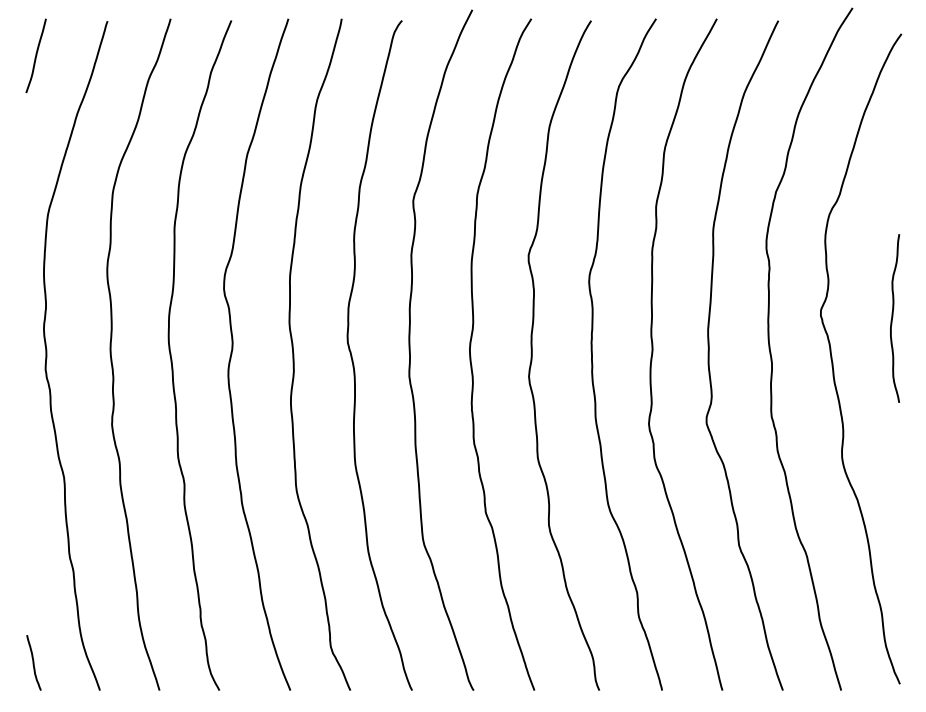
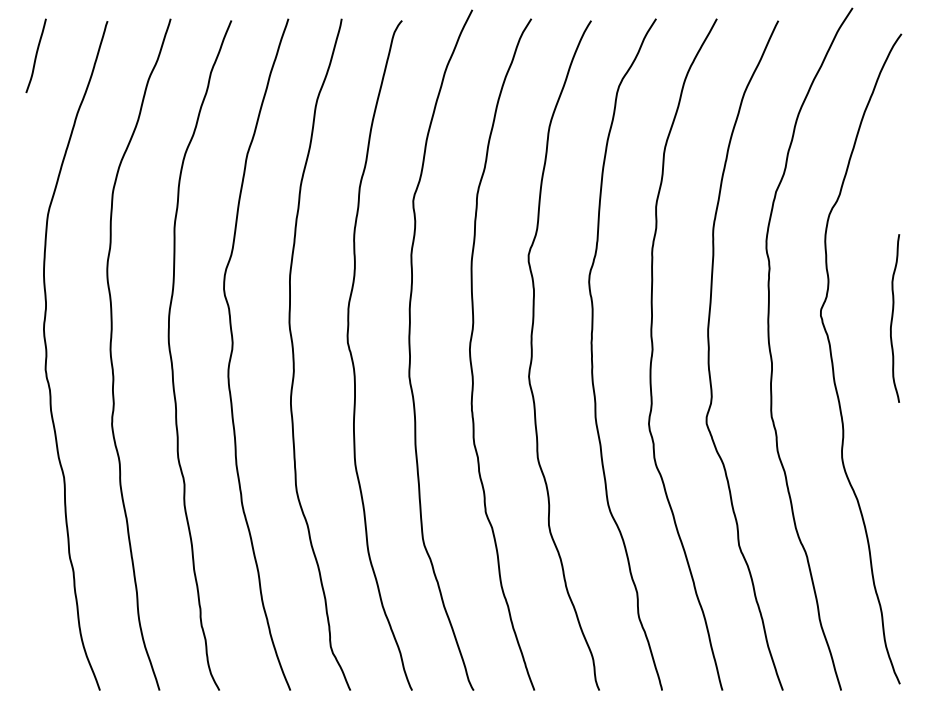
curve at (33, 662): present -> none
